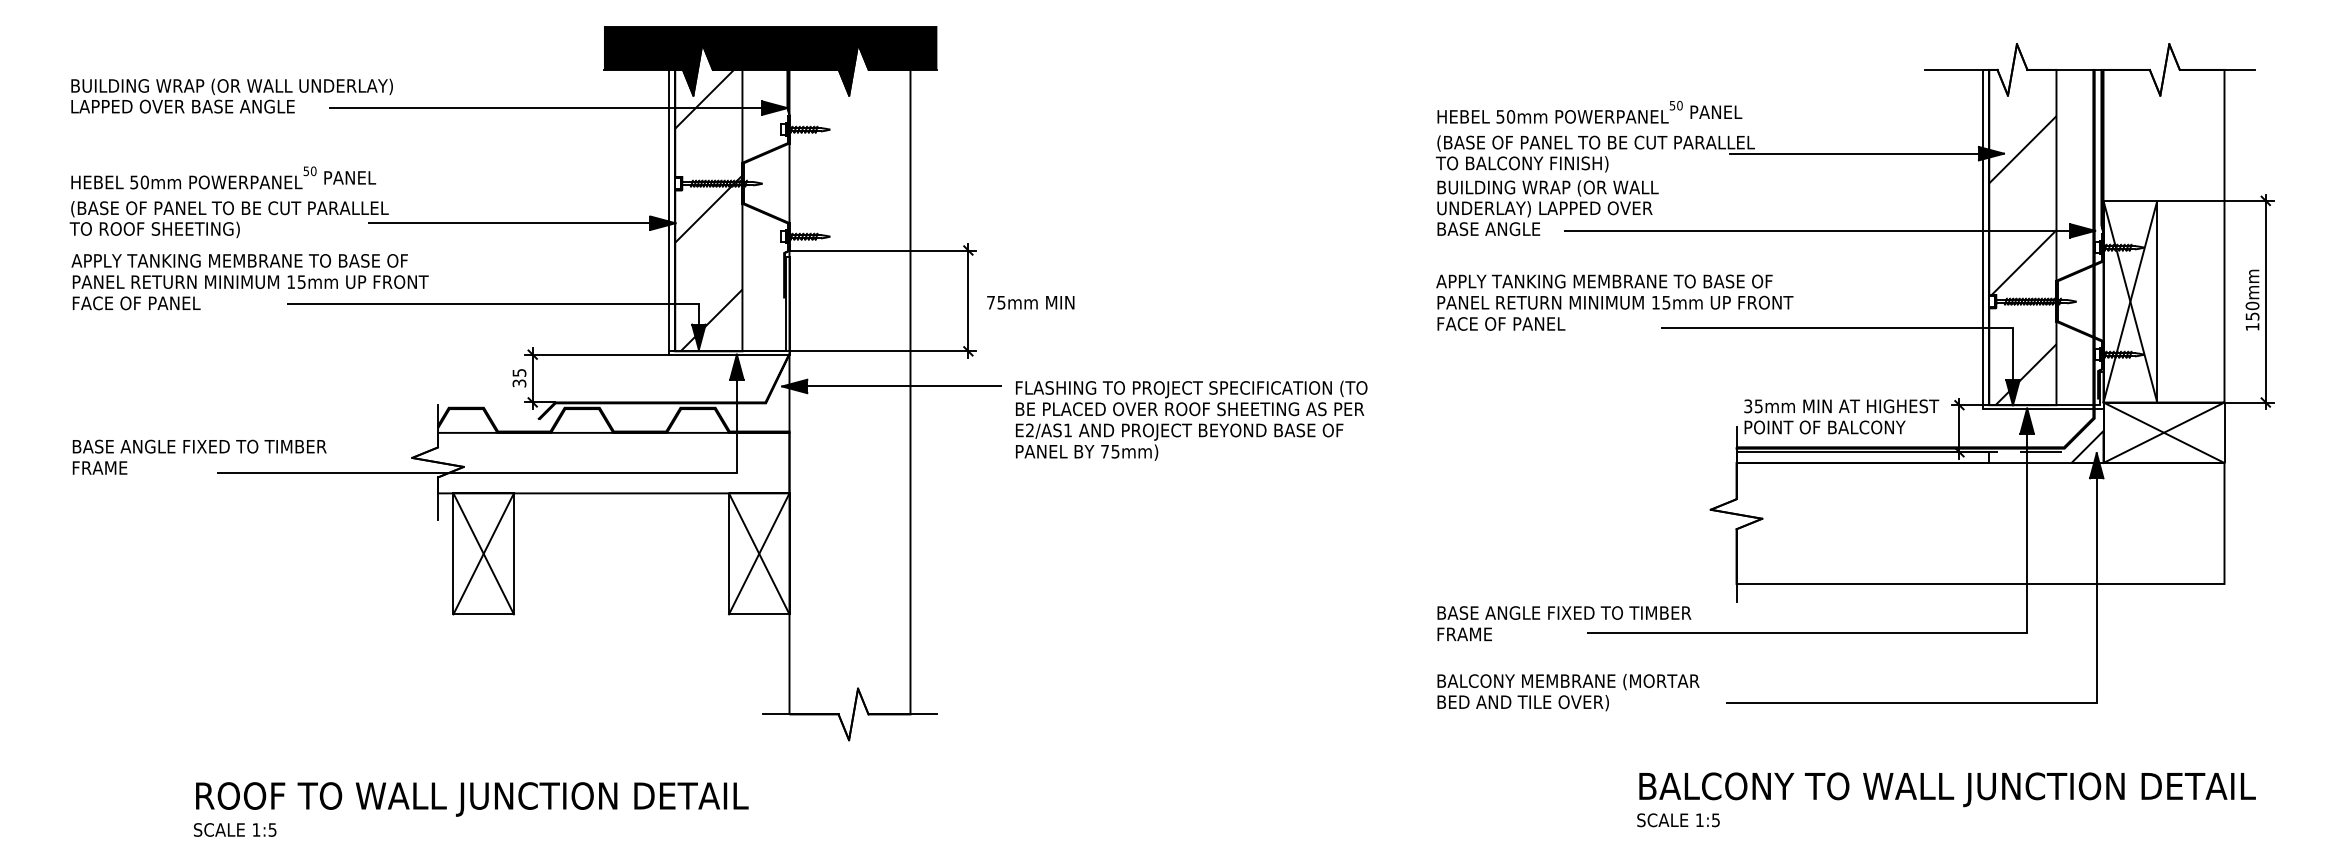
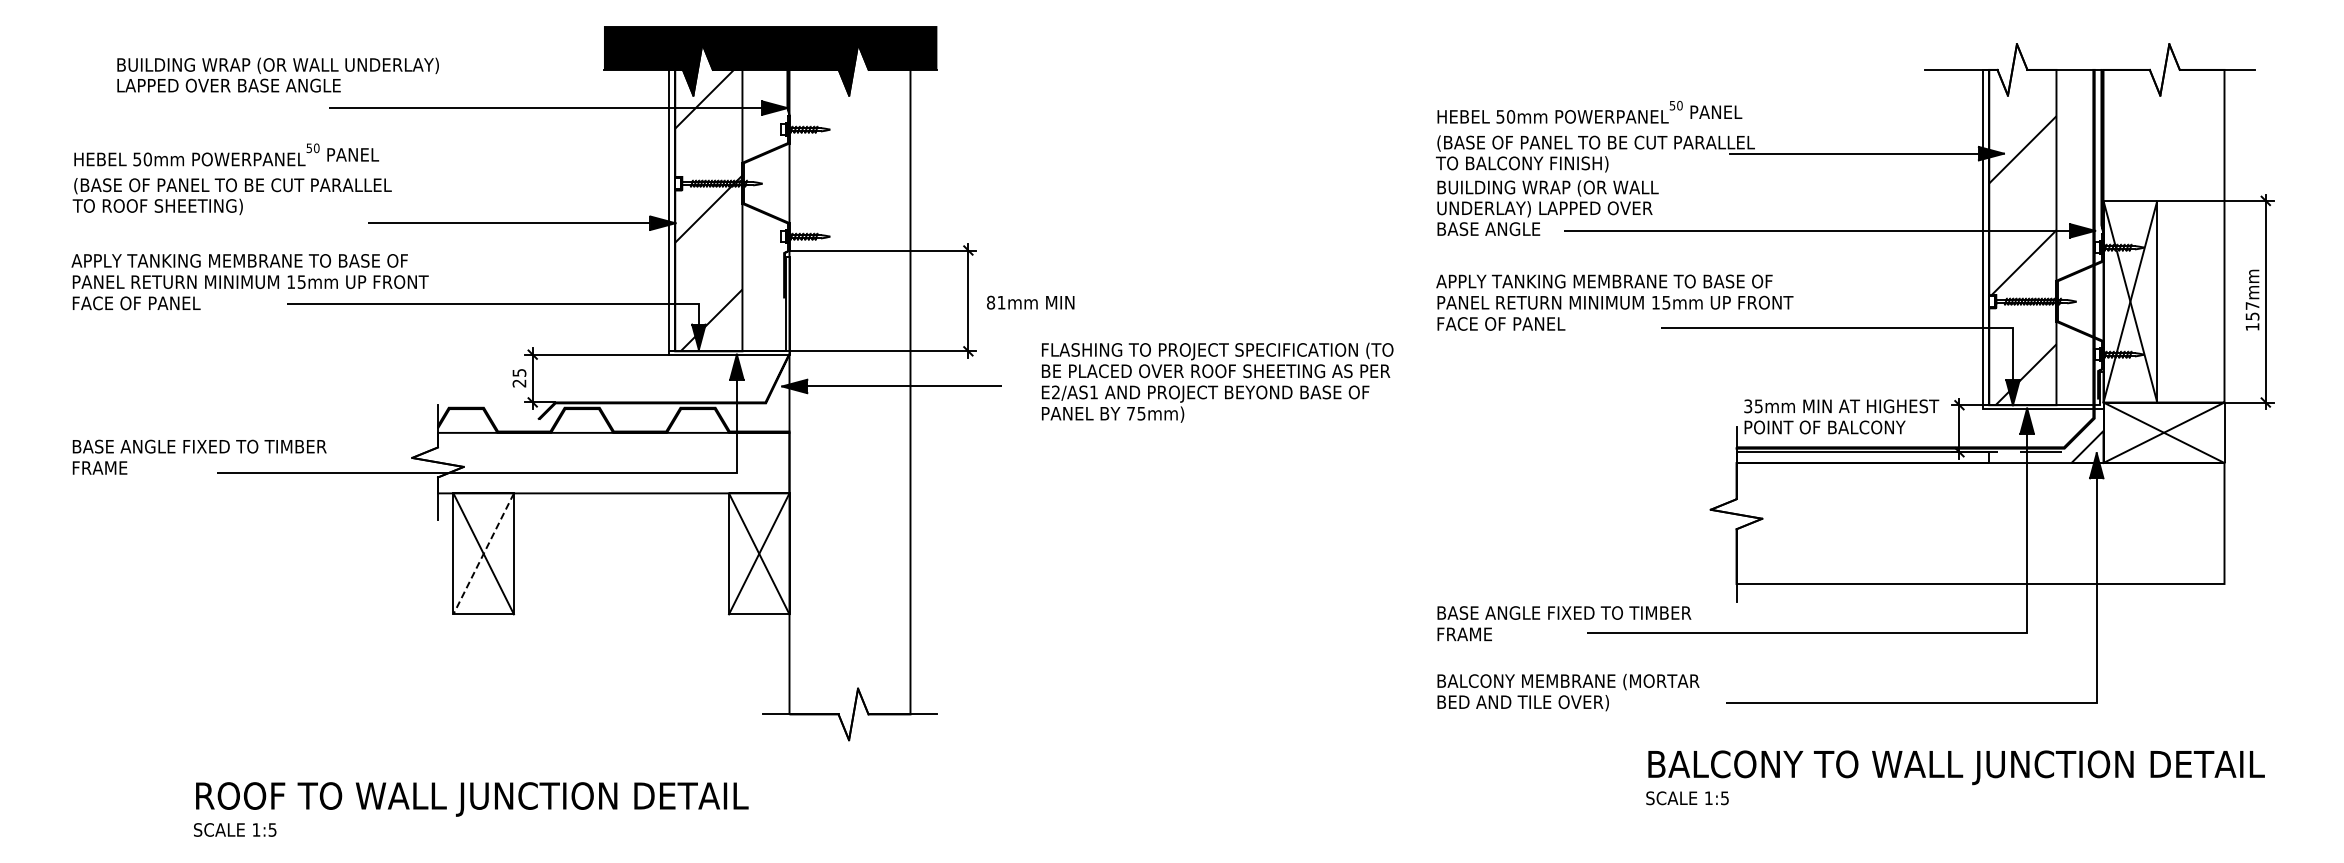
text at (231, 95) position: (231, 95) -> (277, 74)
text at (228, 201) position: (228, 201) -> (231, 178)
text at (996, 302): 75mm -> 81mm
text at (2252, 305): 150mm -> 157mm
text at (519, 383): 35 -> 25
text at (1191, 420) position: (1191, 420) -> (1217, 382)
line at (483, 553): solid -> dashed
text at (1946, 799) position: (1946, 799) -> (1955, 777)
